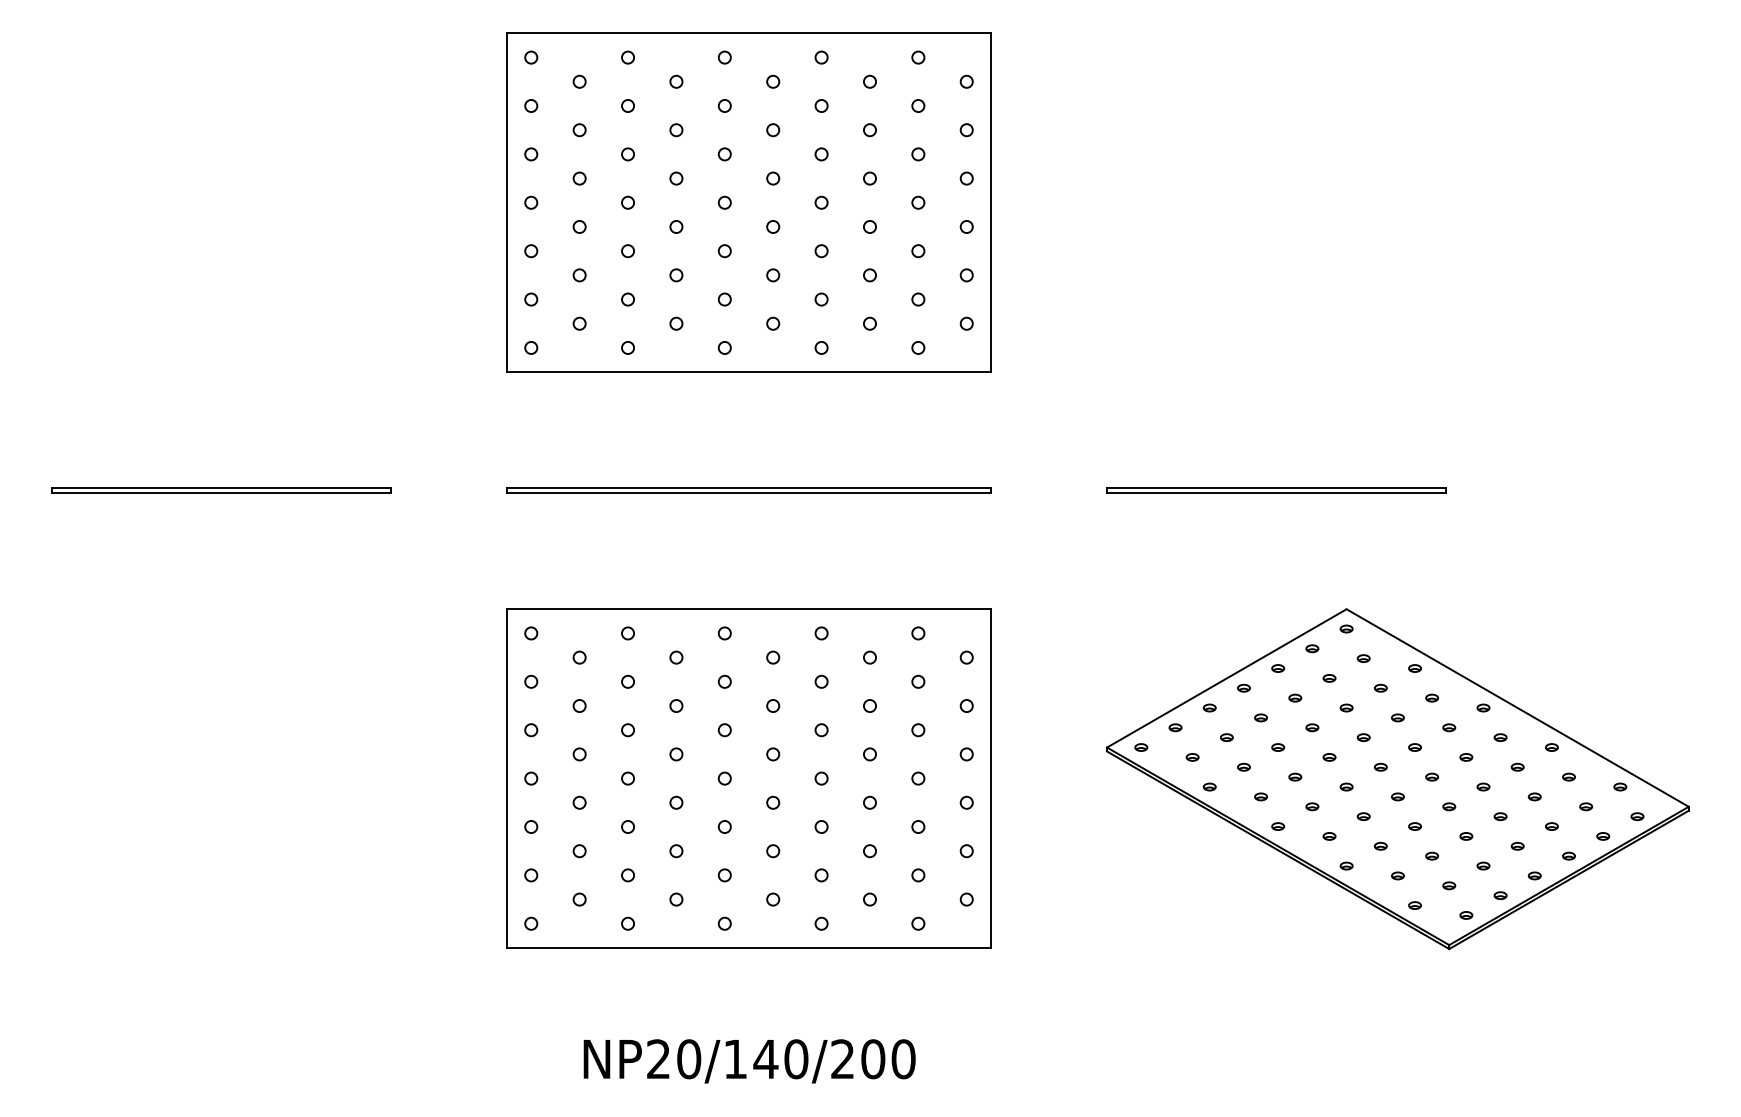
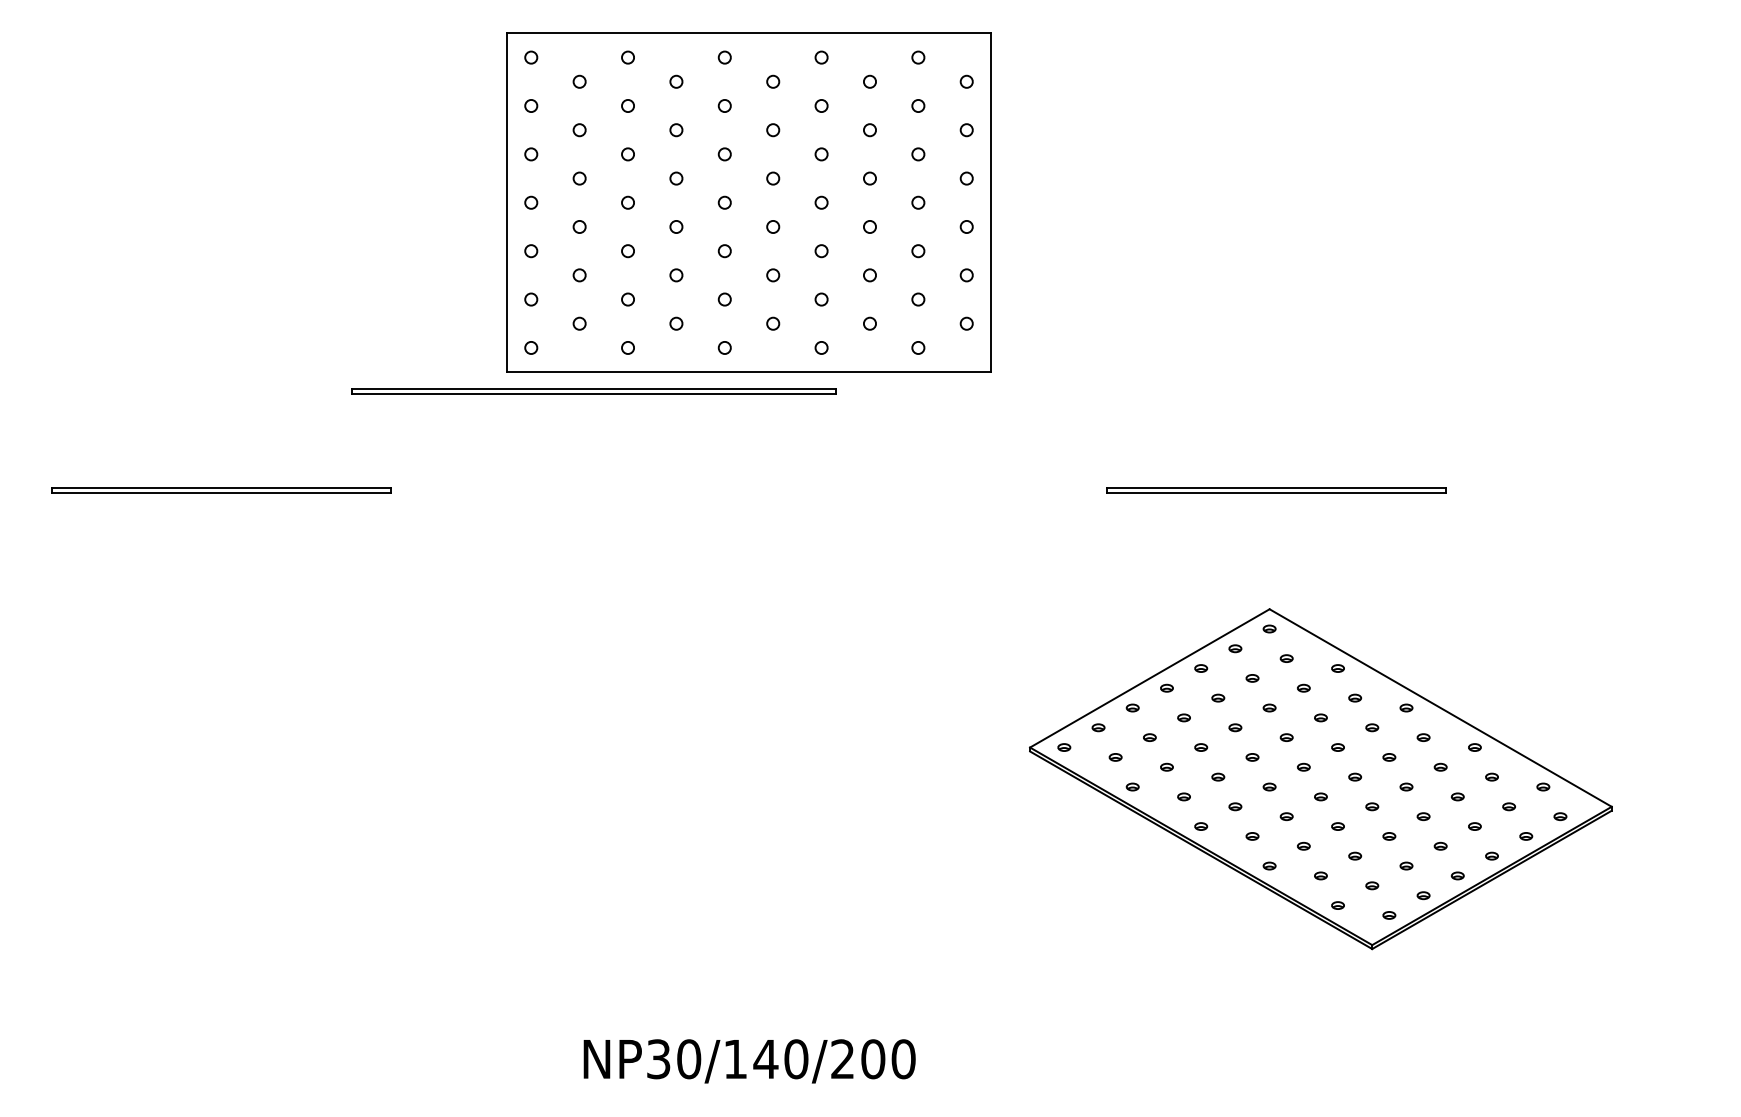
part at (748, 490) position: (748, 490) -> (593, 391)
part at (748, 778): present -> none
part at (1397, 779) position: (1397, 779) -> (1320, 779)
text at (658, 1059): NP20/140/200 -> NP30/140/200
